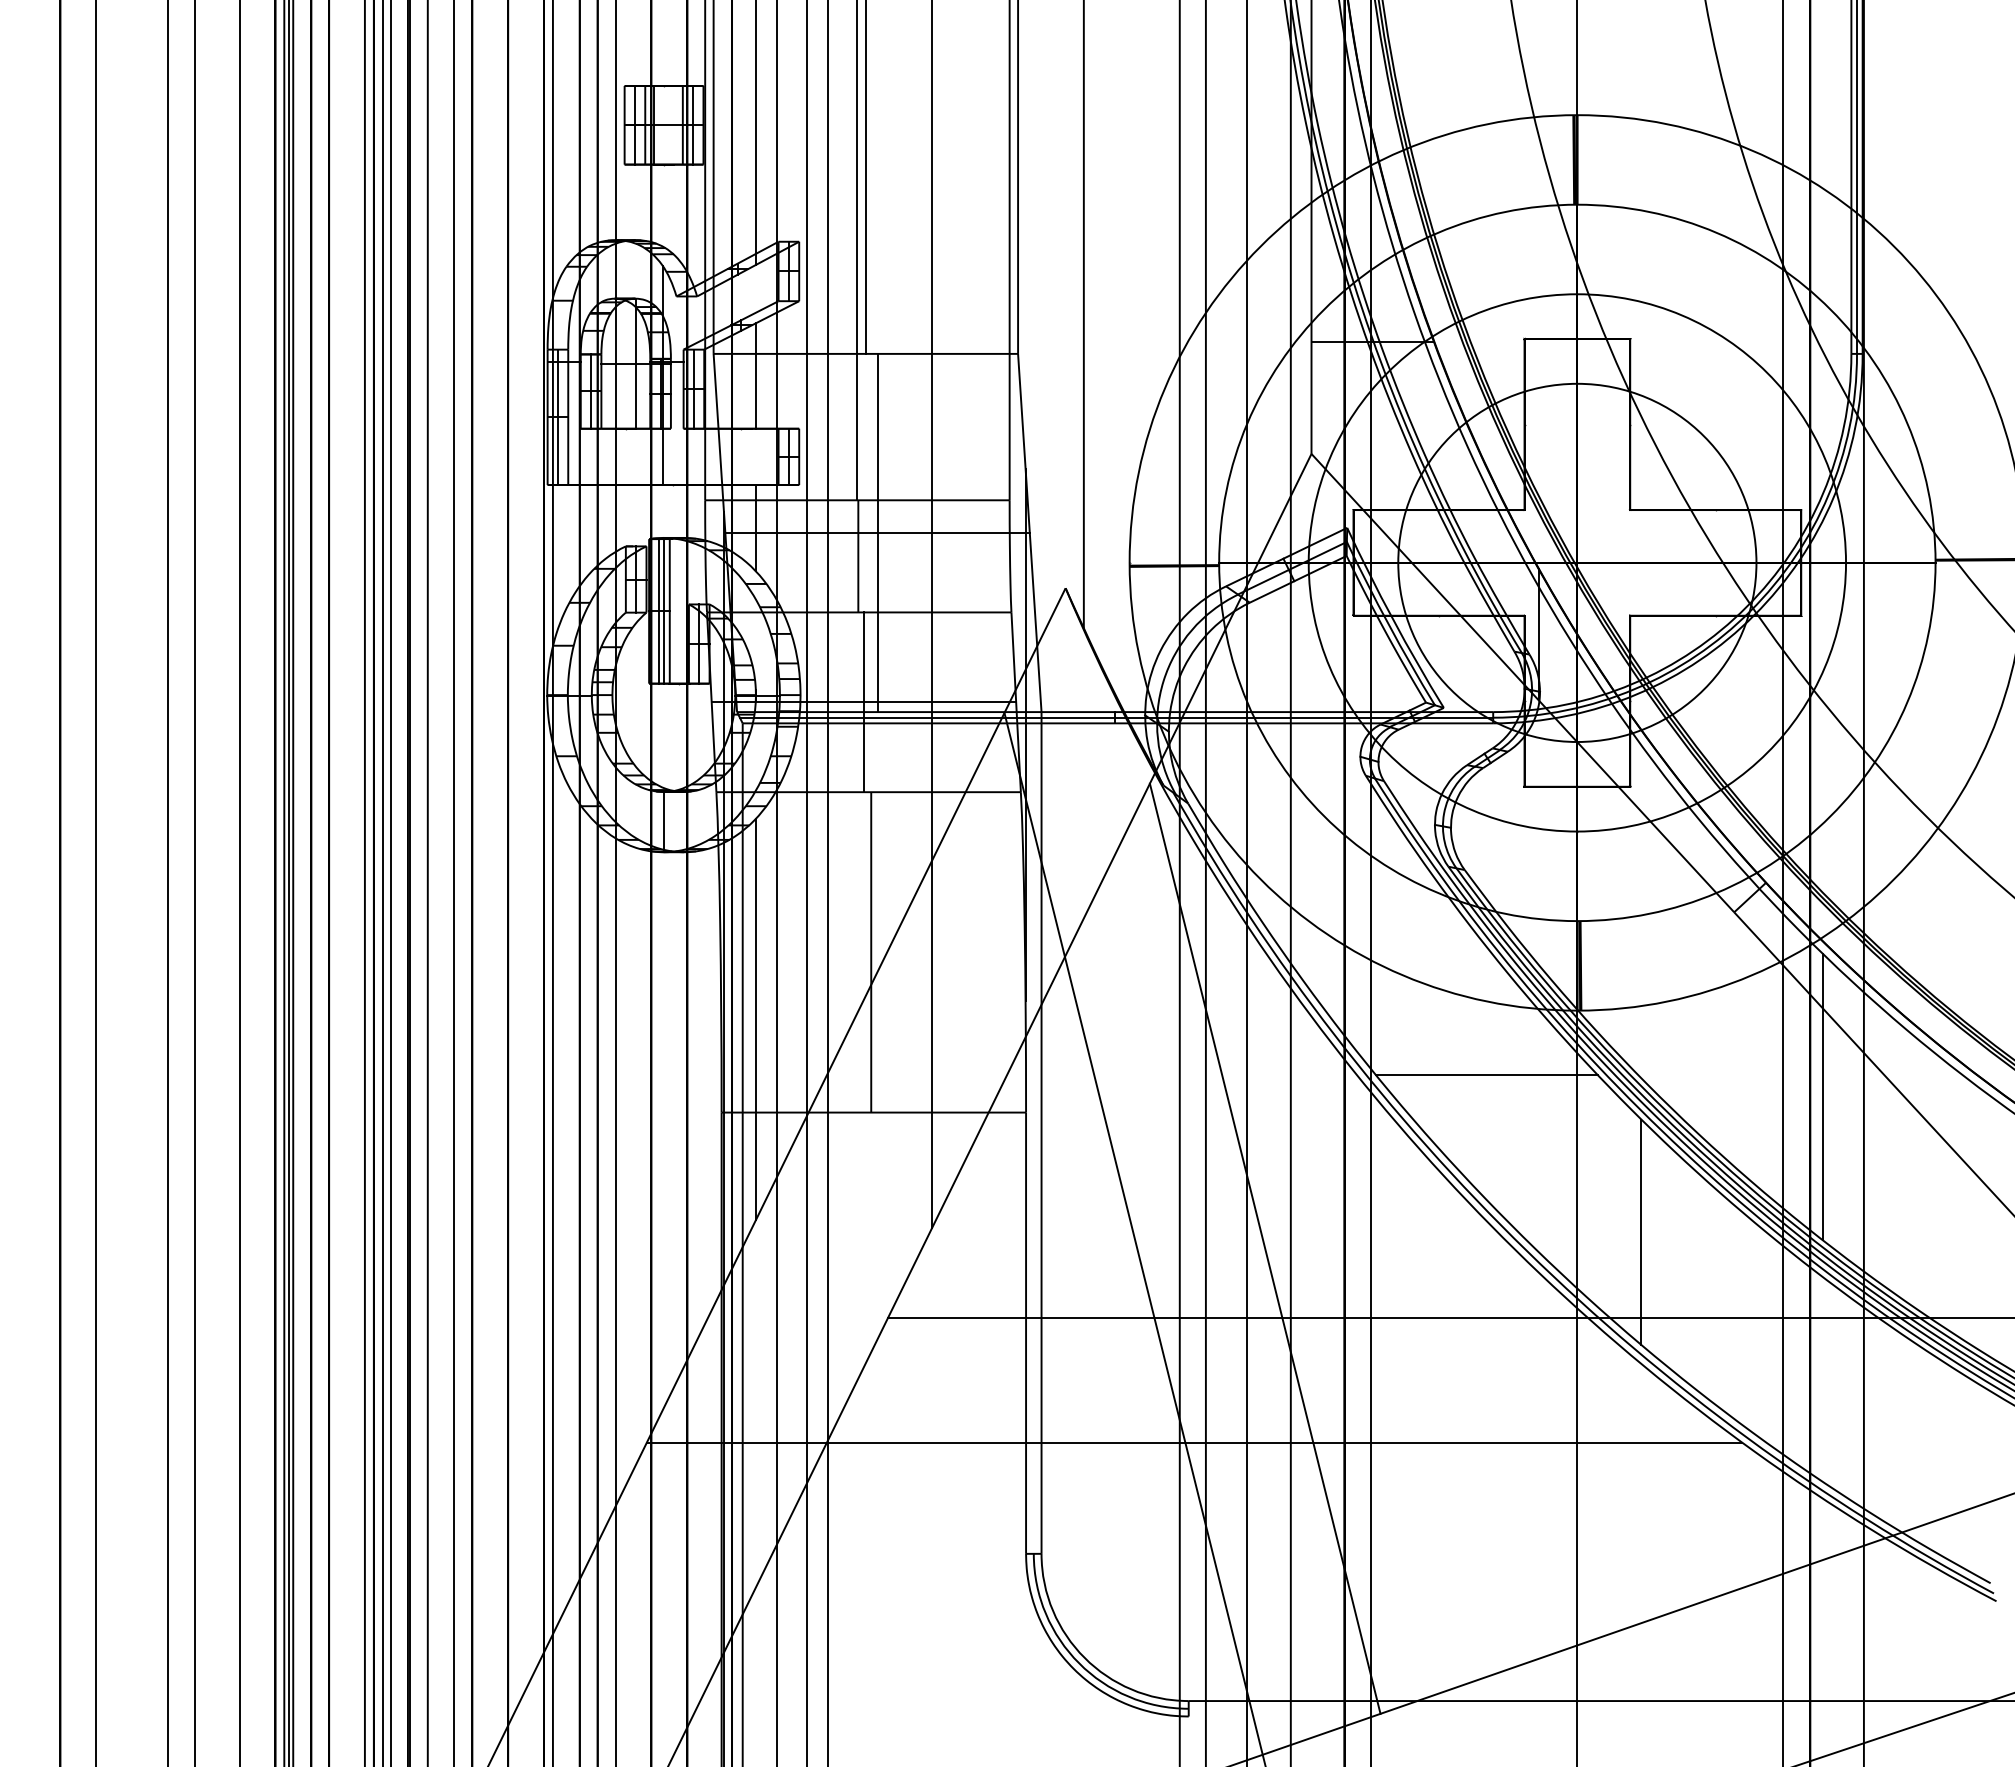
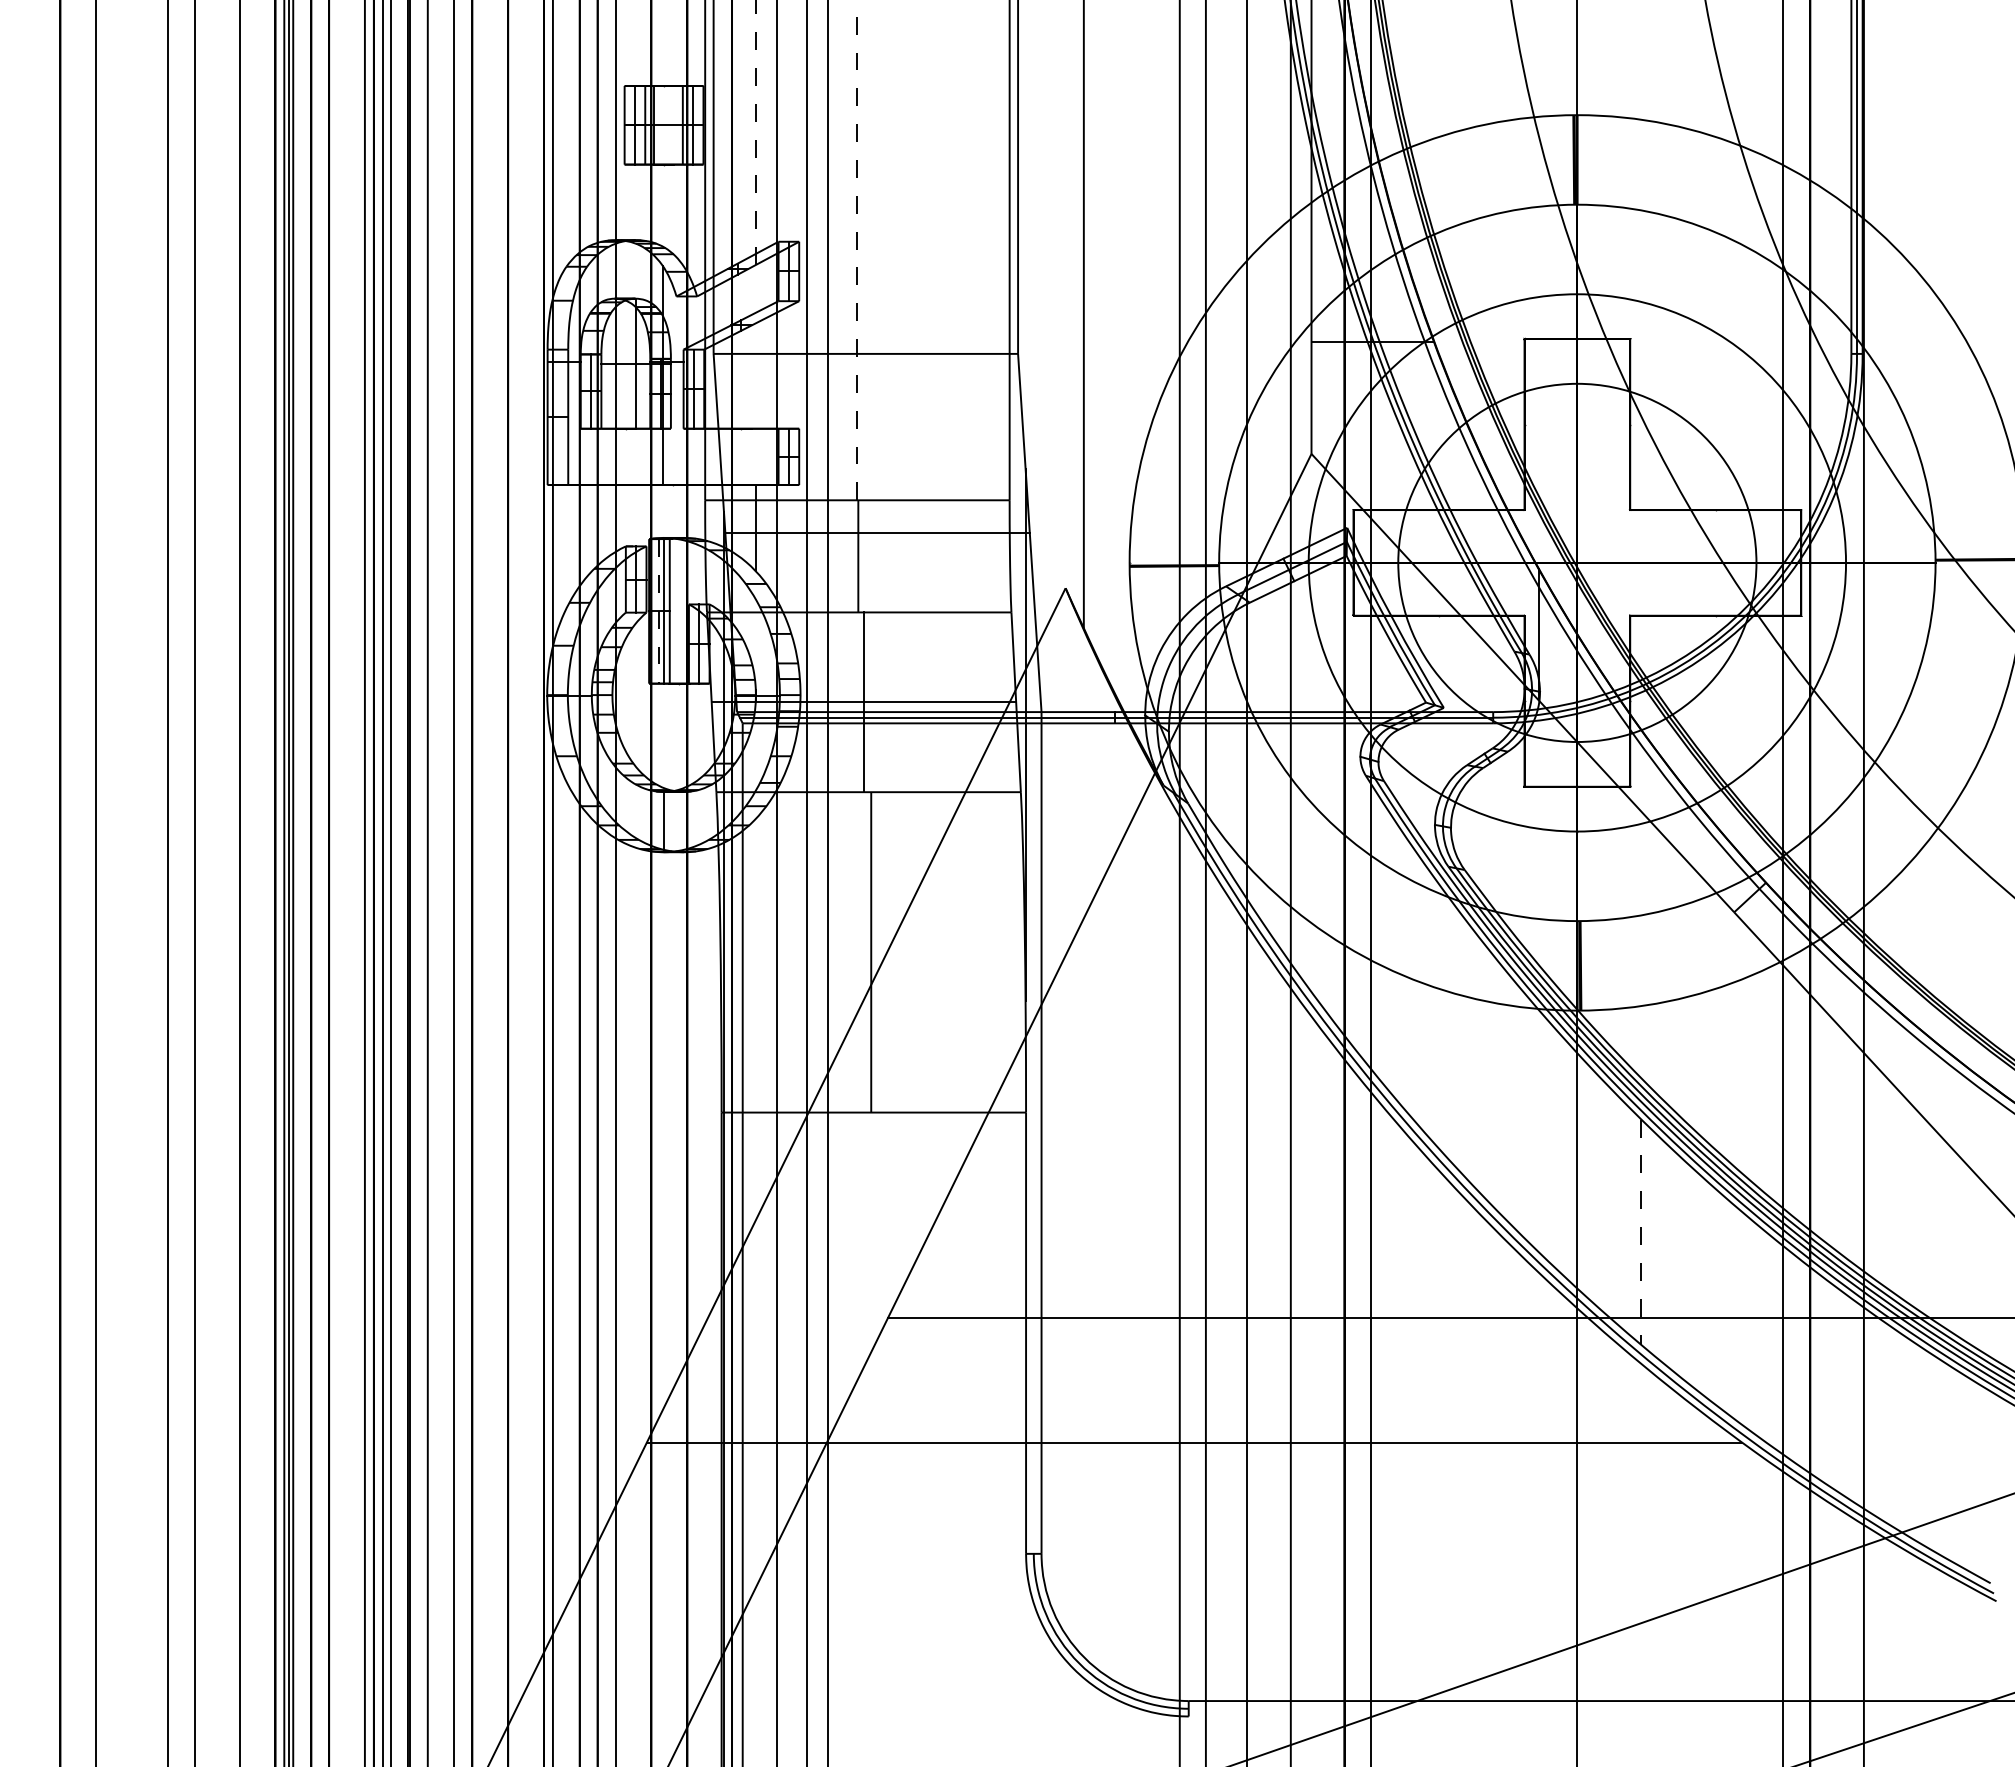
line at (755, 132): solid -> dashed
line at (865, 177): present -> none
line at (857, 250): solid -> dashed
line at (755, 375): present -> none
line at (557, 417): present -> none
line at (877, 532): present -> none
line at (659, 611): solid -> dashed
line at (932, 614): present -> none
line at (755, 1019): present -> none
line at (1487, 1075): present -> none
line at (1823, 1097): present -> none
line at (1641, 1232): solid -> dashed
line at (1134, 1238): present -> none
line at (1264, 1248): present -> none
